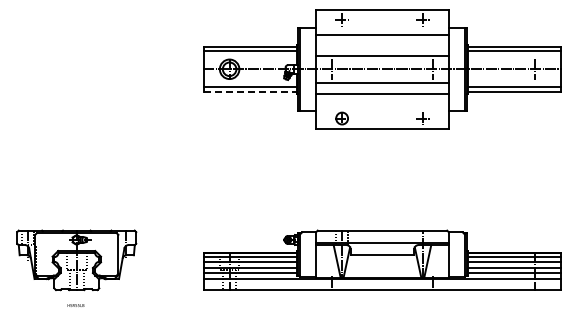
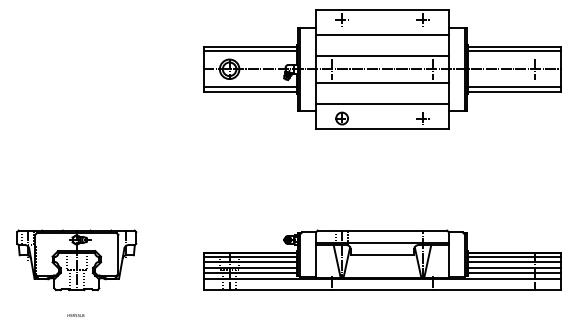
line at (251, 91): dashed -> solid
line at (382, 93) position: (382, 93) -> (382, 103)
text at (75, 305) position: (75, 305) -> (75, 315)
